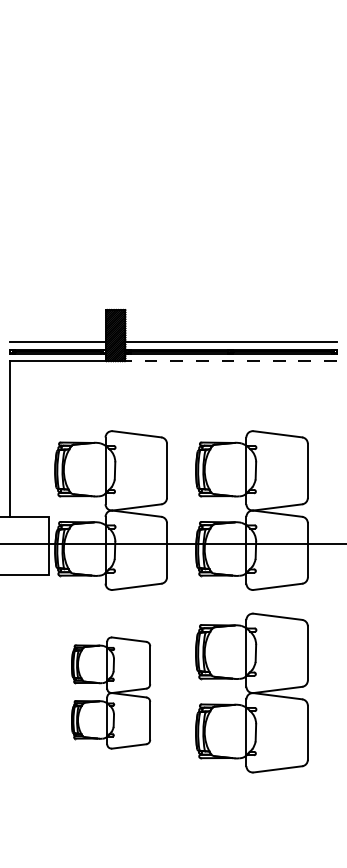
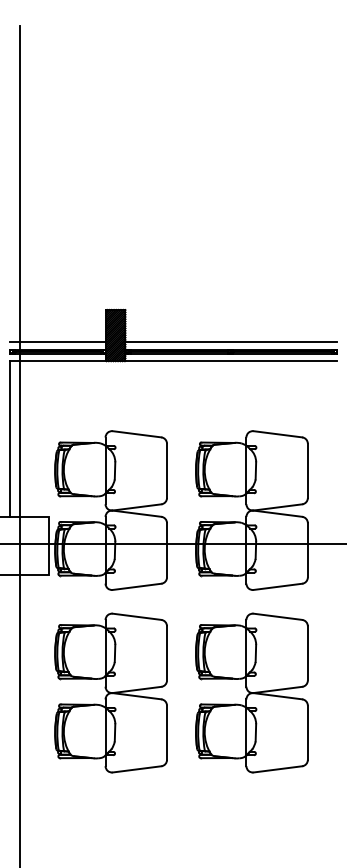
line at (231, 361): dashed -> solid
line at (19, 445): none -> present
part at (111, 692) size: 81x114 px -> 114x162 px
